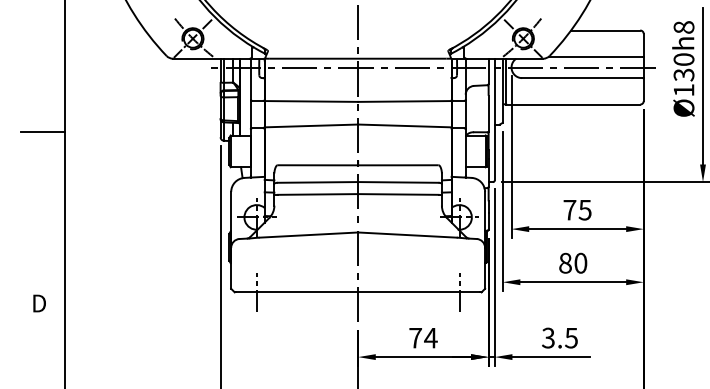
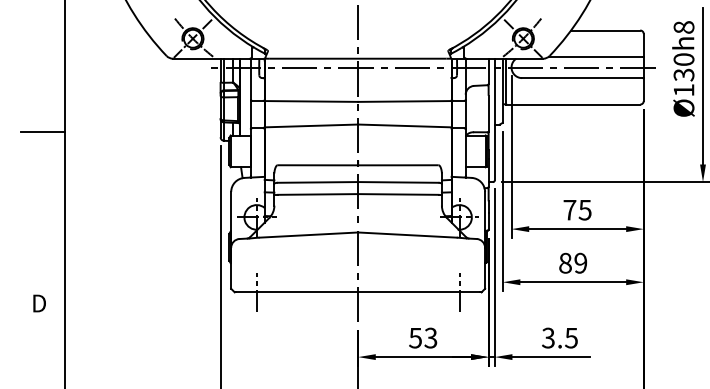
text at (580, 263): 80 -> 89
text at (423, 337): 74 -> 53
